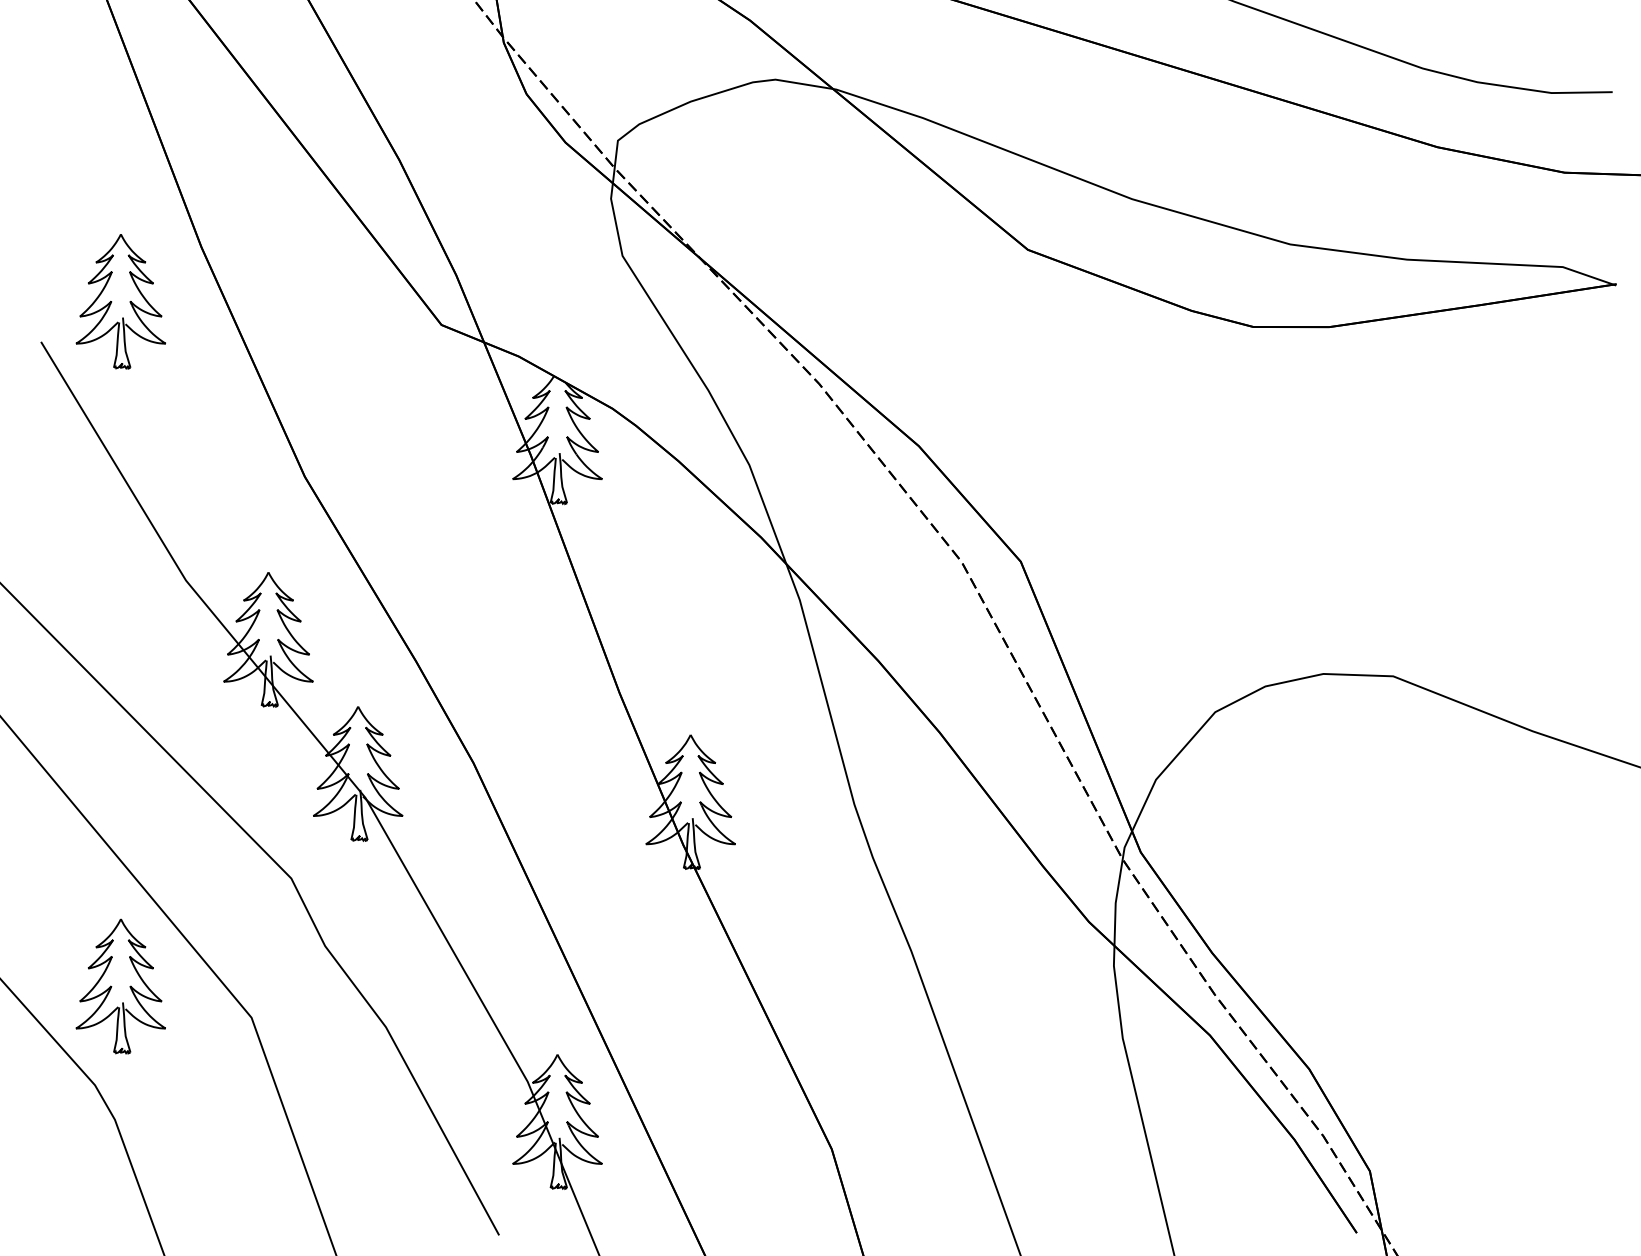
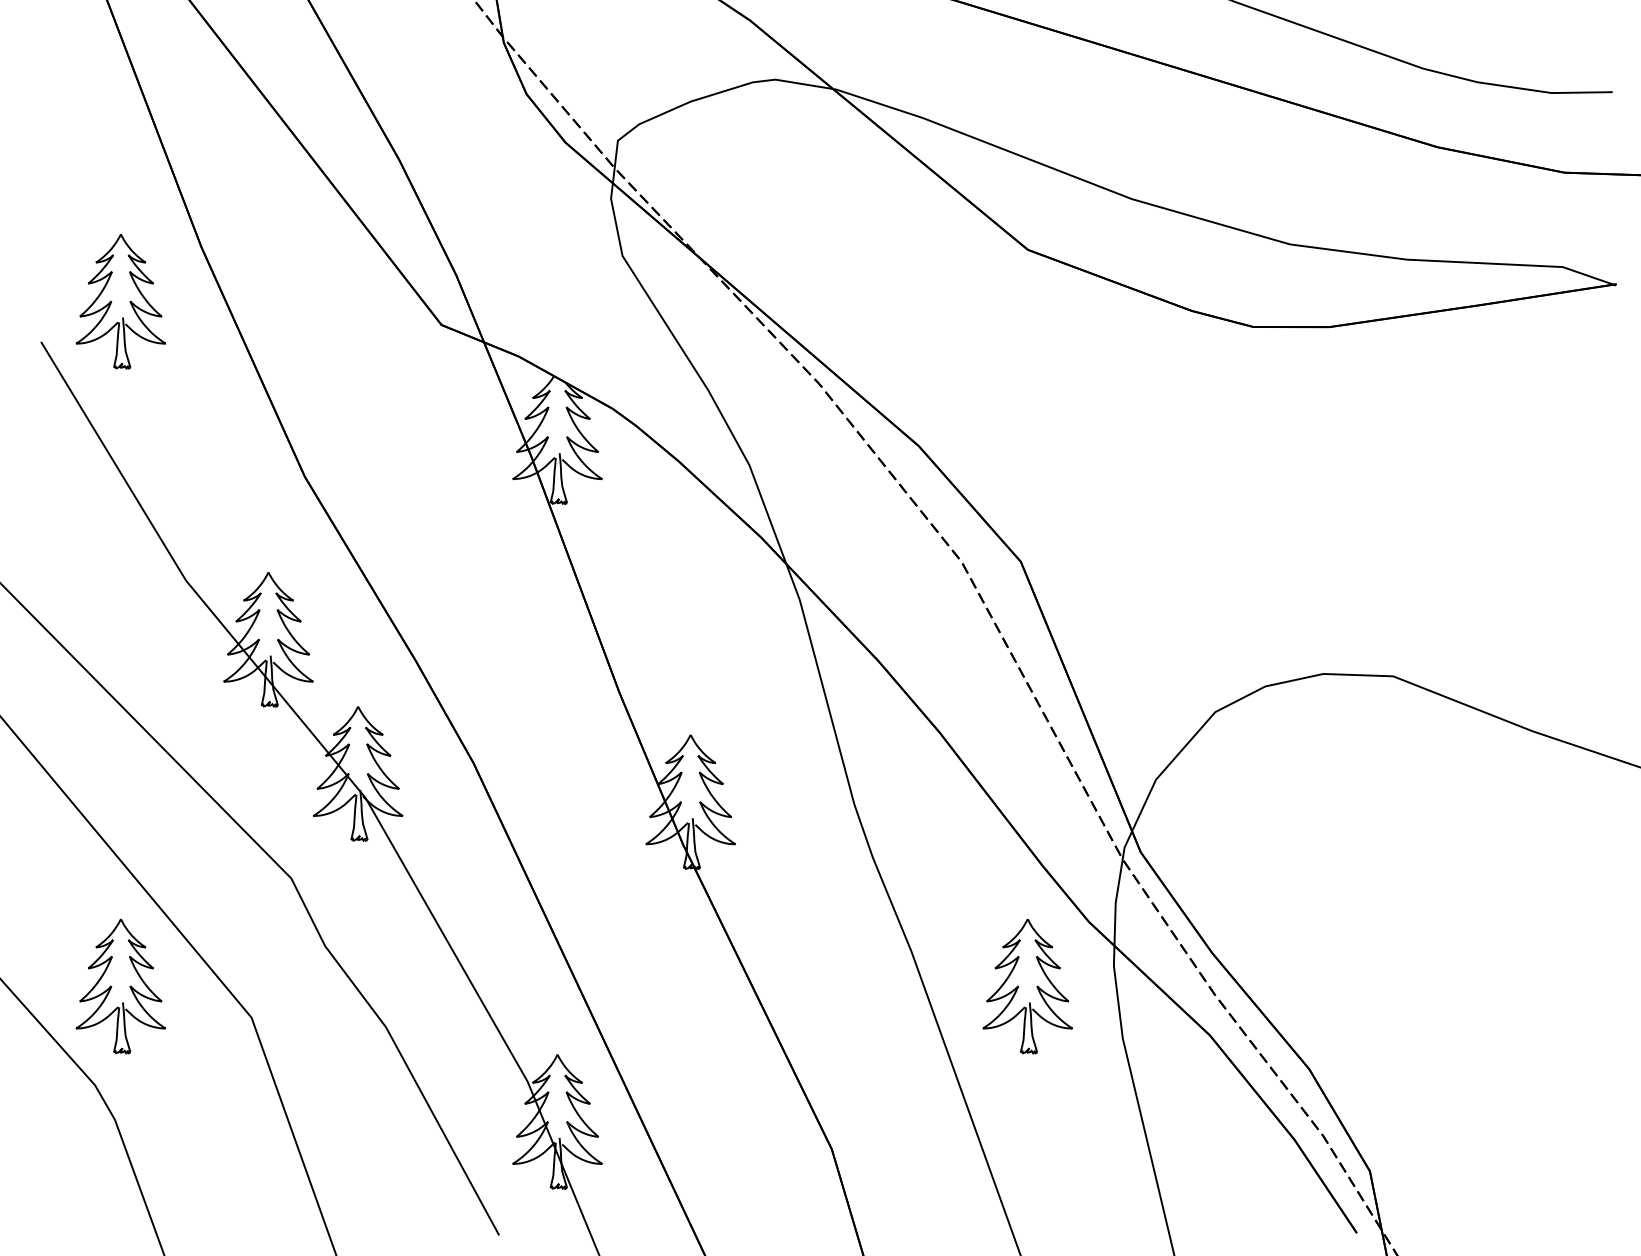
part at (1027, 986): none -> present
